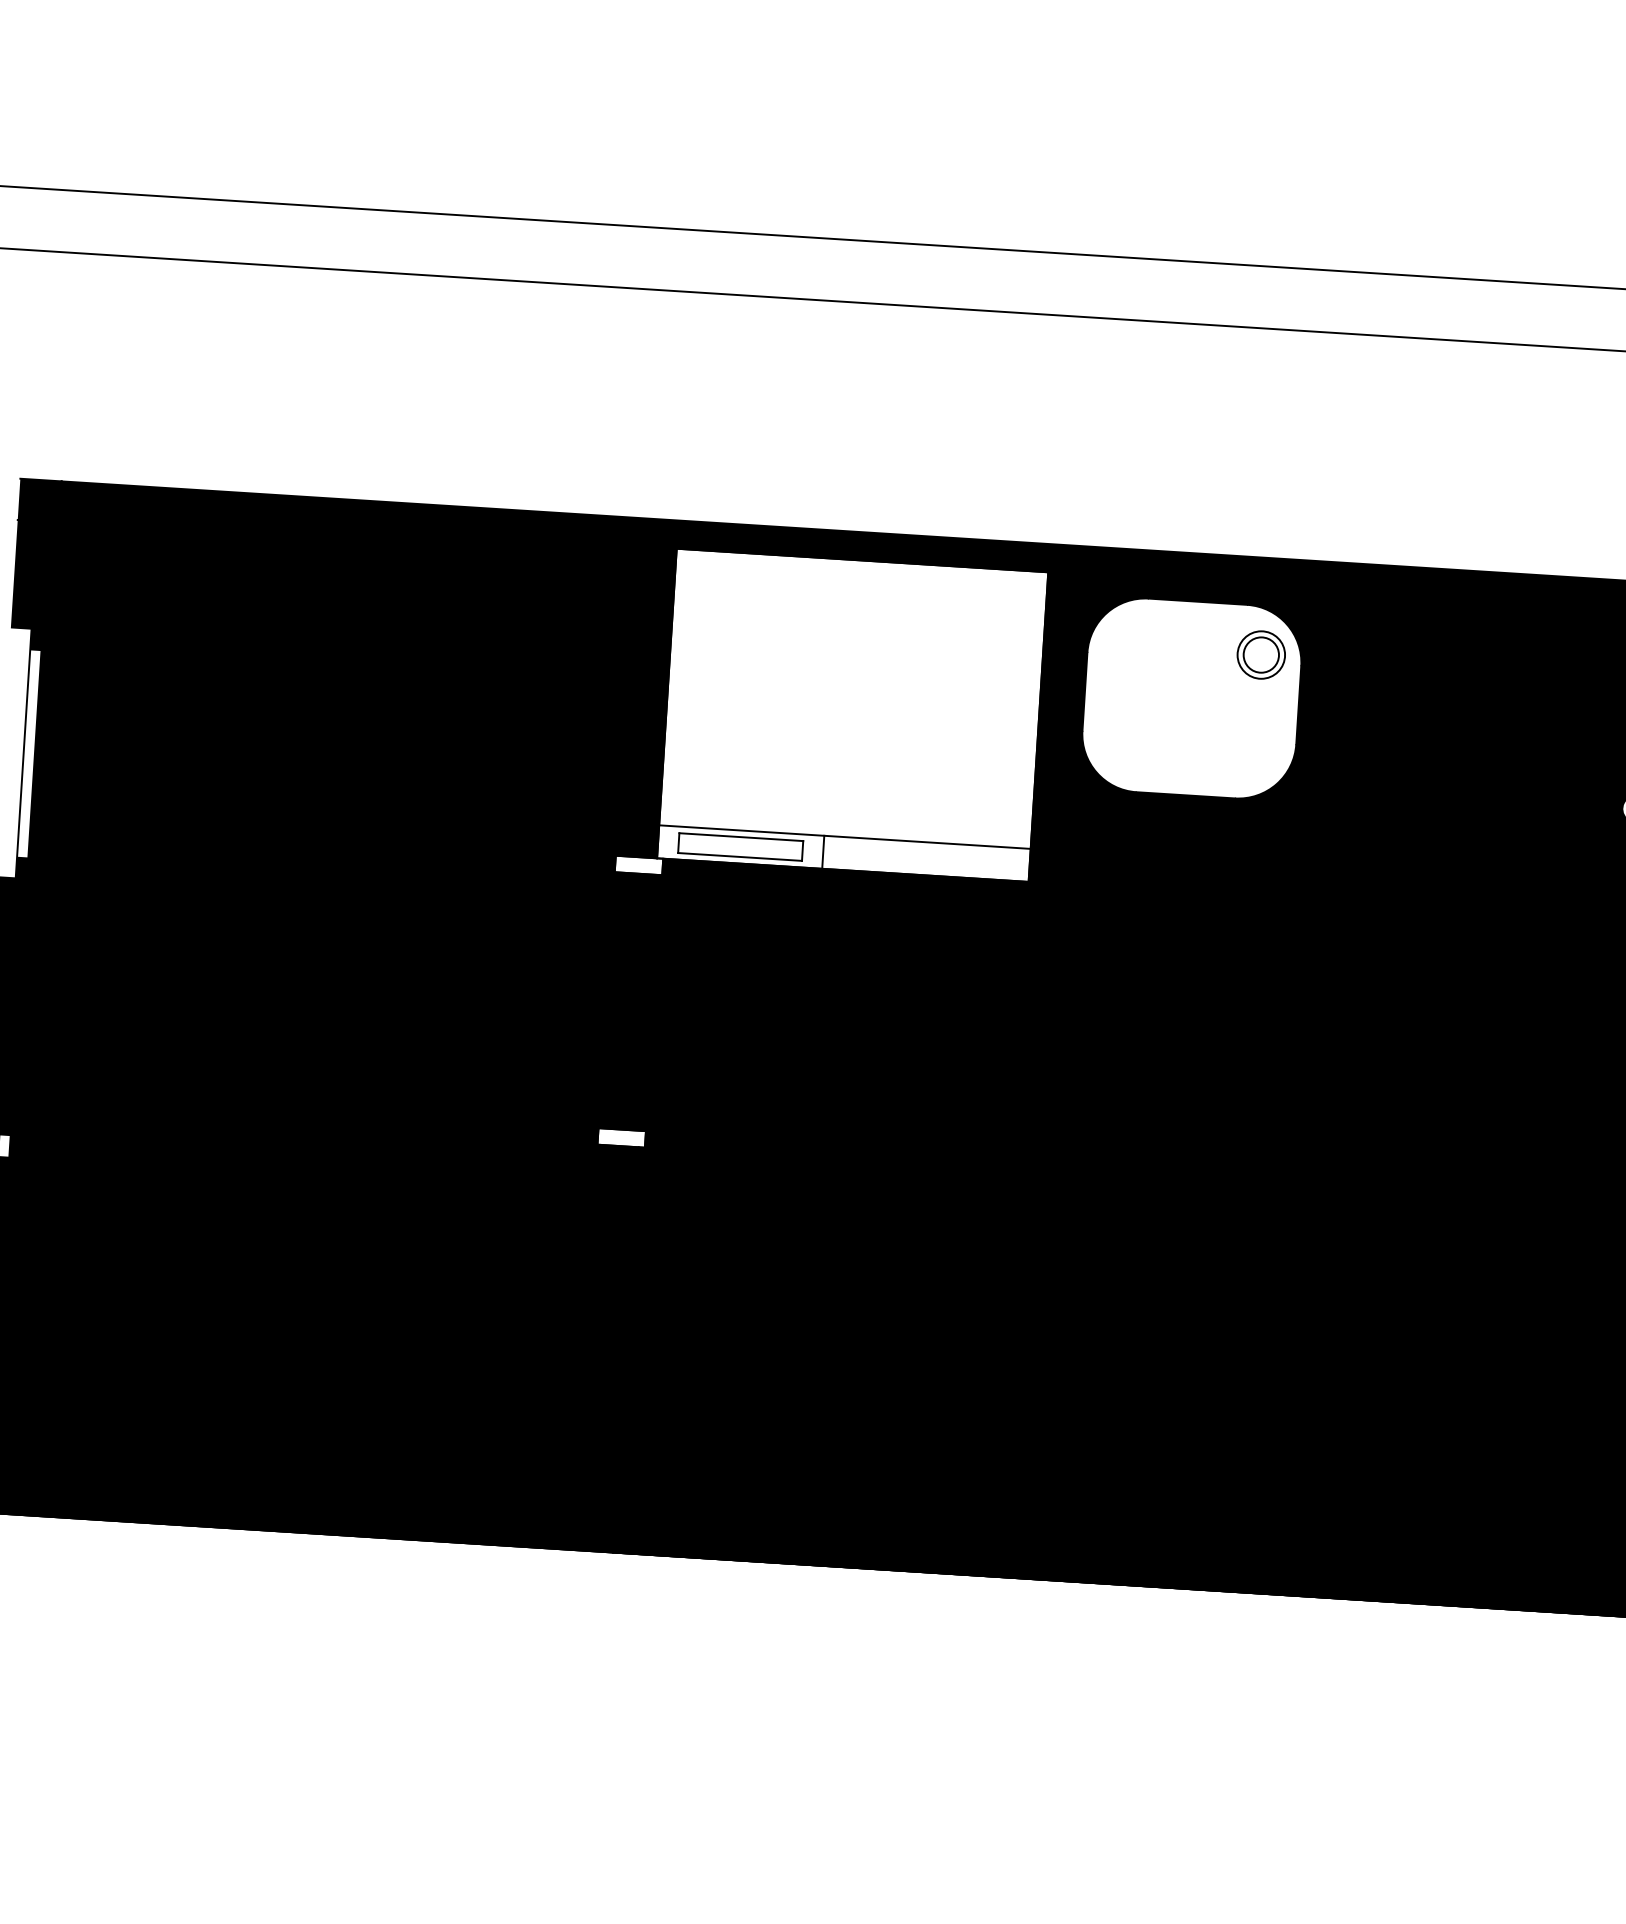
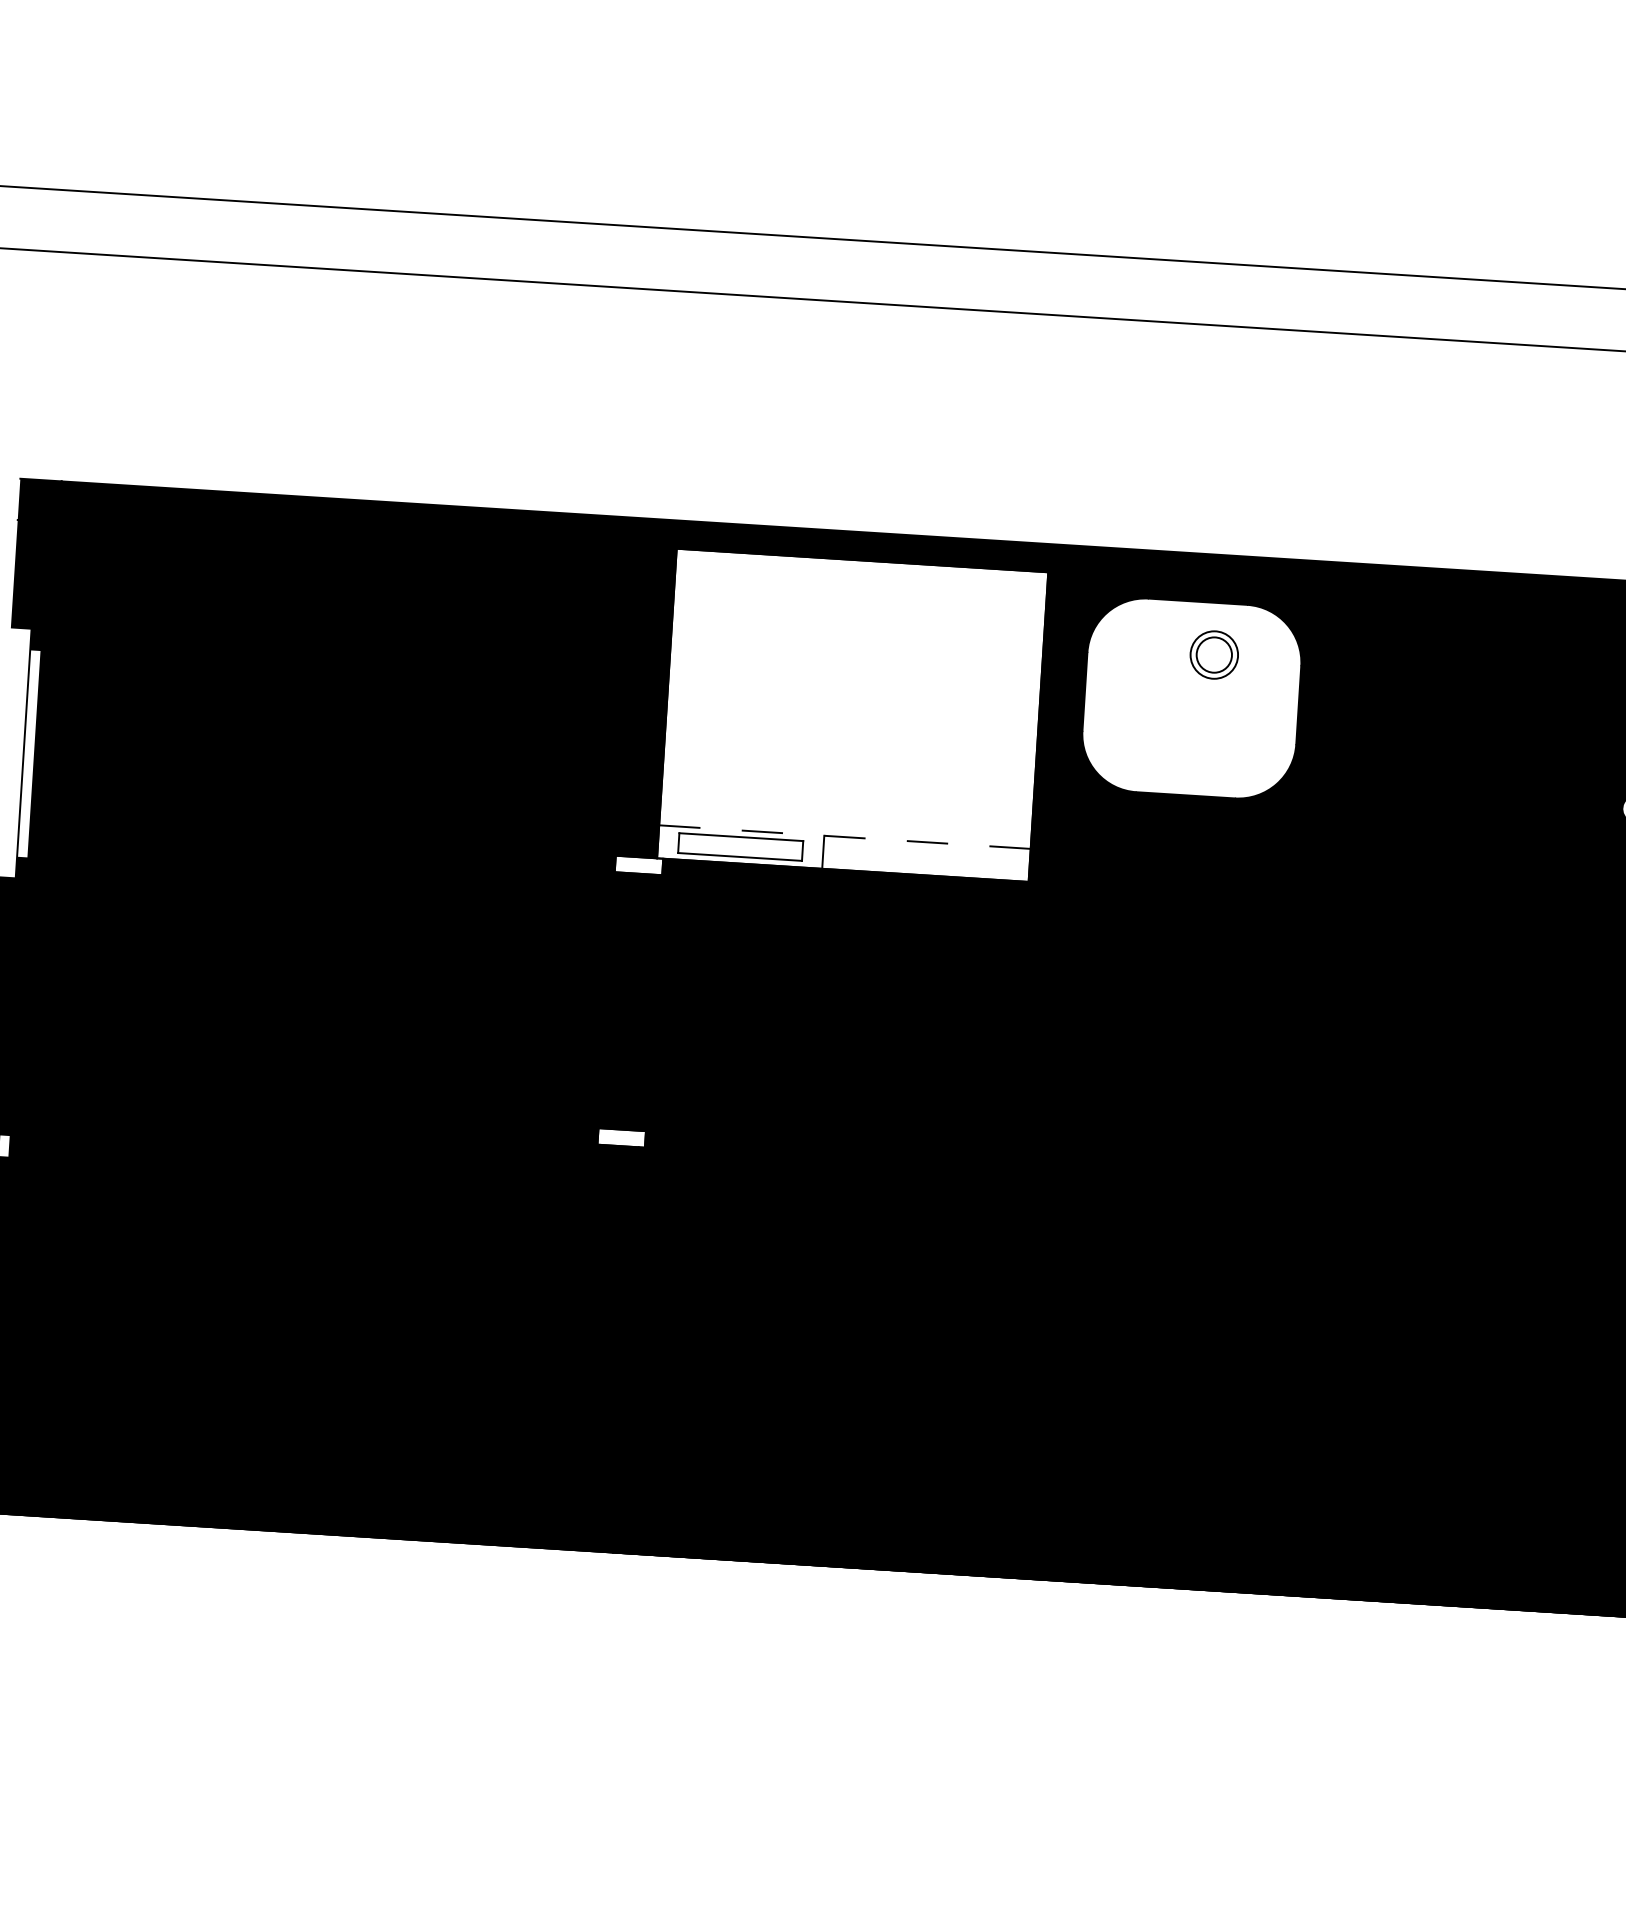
part at (1260, 654) position: (1260, 654) -> (1213, 654)
line at (845, 837): solid -> dashed
